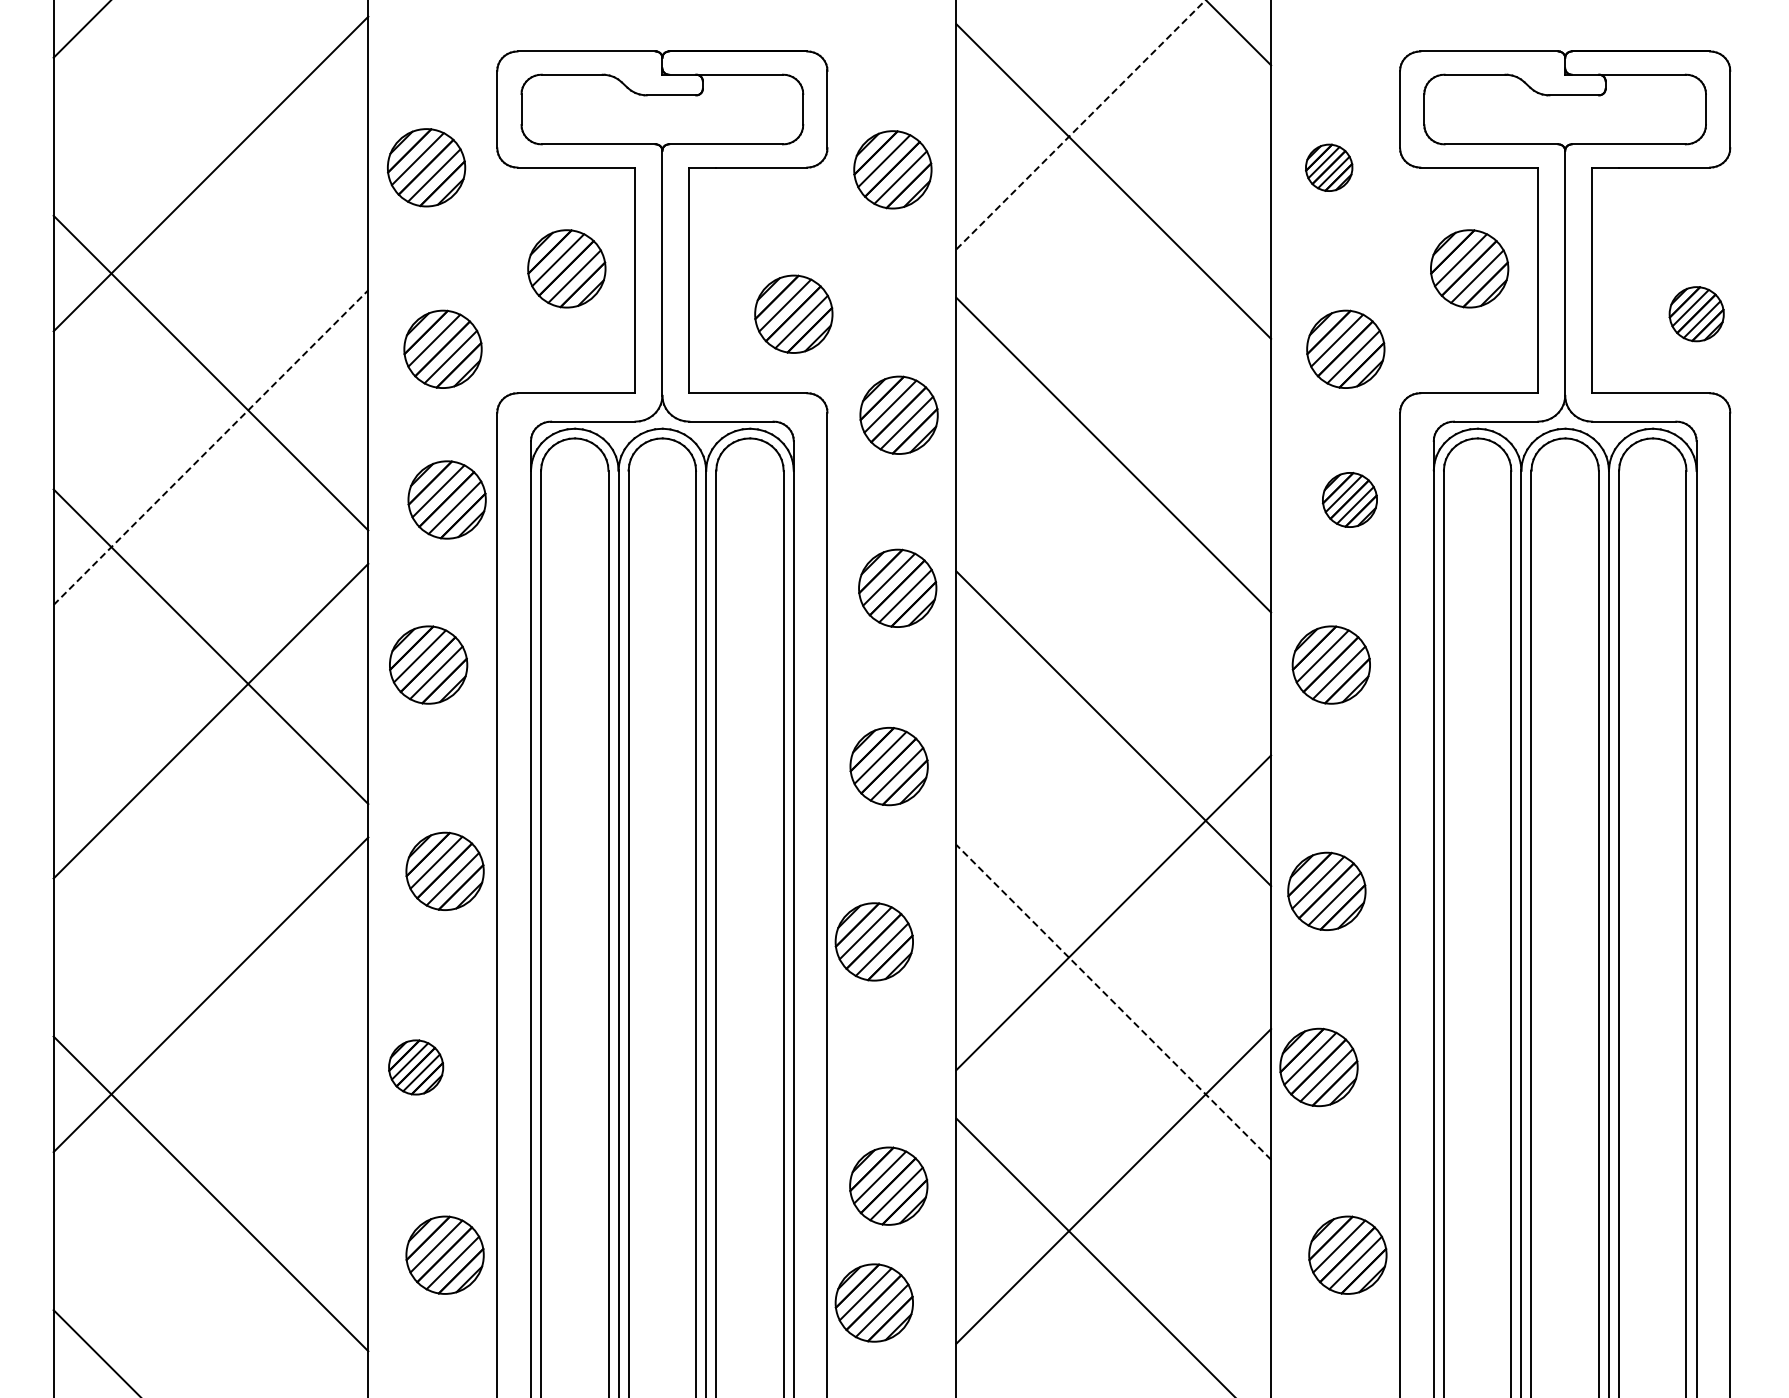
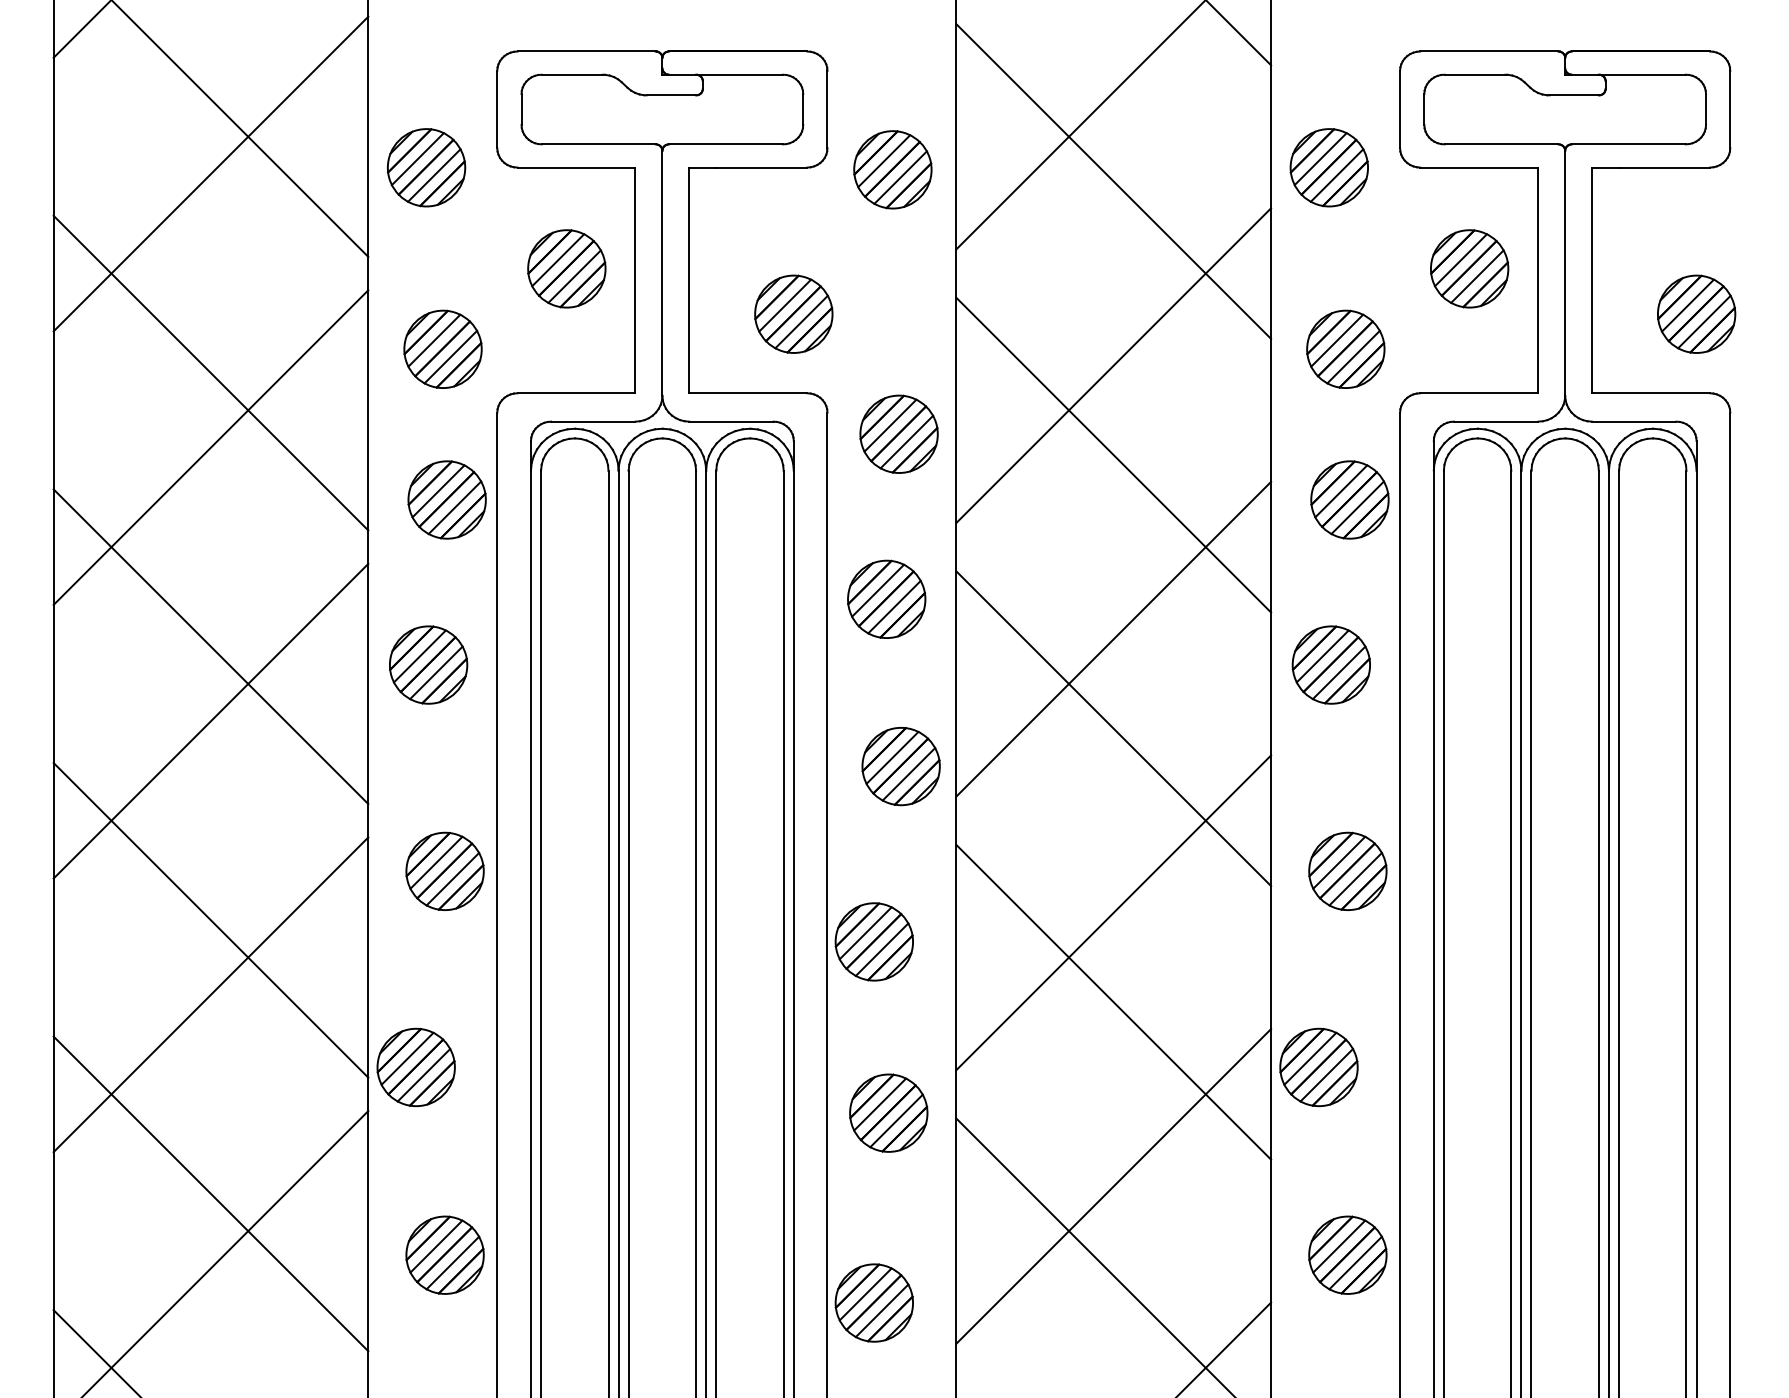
line at (1081, 124): dashed -> solid
line at (240, 129): none -> present
part at (1329, 167) size: 49x49 px -> 80x80 px
part at (1696, 314) size: 57x57 px -> 80x80 px
line at (1113, 365): none -> present
part at (898, 414) position: (898, 414) -> (898, 433)
line at (210, 447): dashed -> solid
part at (1349, 499) size: 57x56 px -> 80x80 px
part at (897, 587) position: (897, 587) -> (886, 598)
line at (1113, 638): none -> present
part at (888, 766) position: (888, 766) -> (900, 766)
part at (1326, 890) position: (1326, 890) -> (1347, 870)
line at (210, 919): none -> present
line at (1113, 1002): dashed -> solid
part at (416, 1067) size: 57x57 px -> 80x81 px
part at (888, 1185) position: (888, 1185) -> (888, 1112)
line at (226, 1252): none -> present
line at (1225, 1348): none -> present
